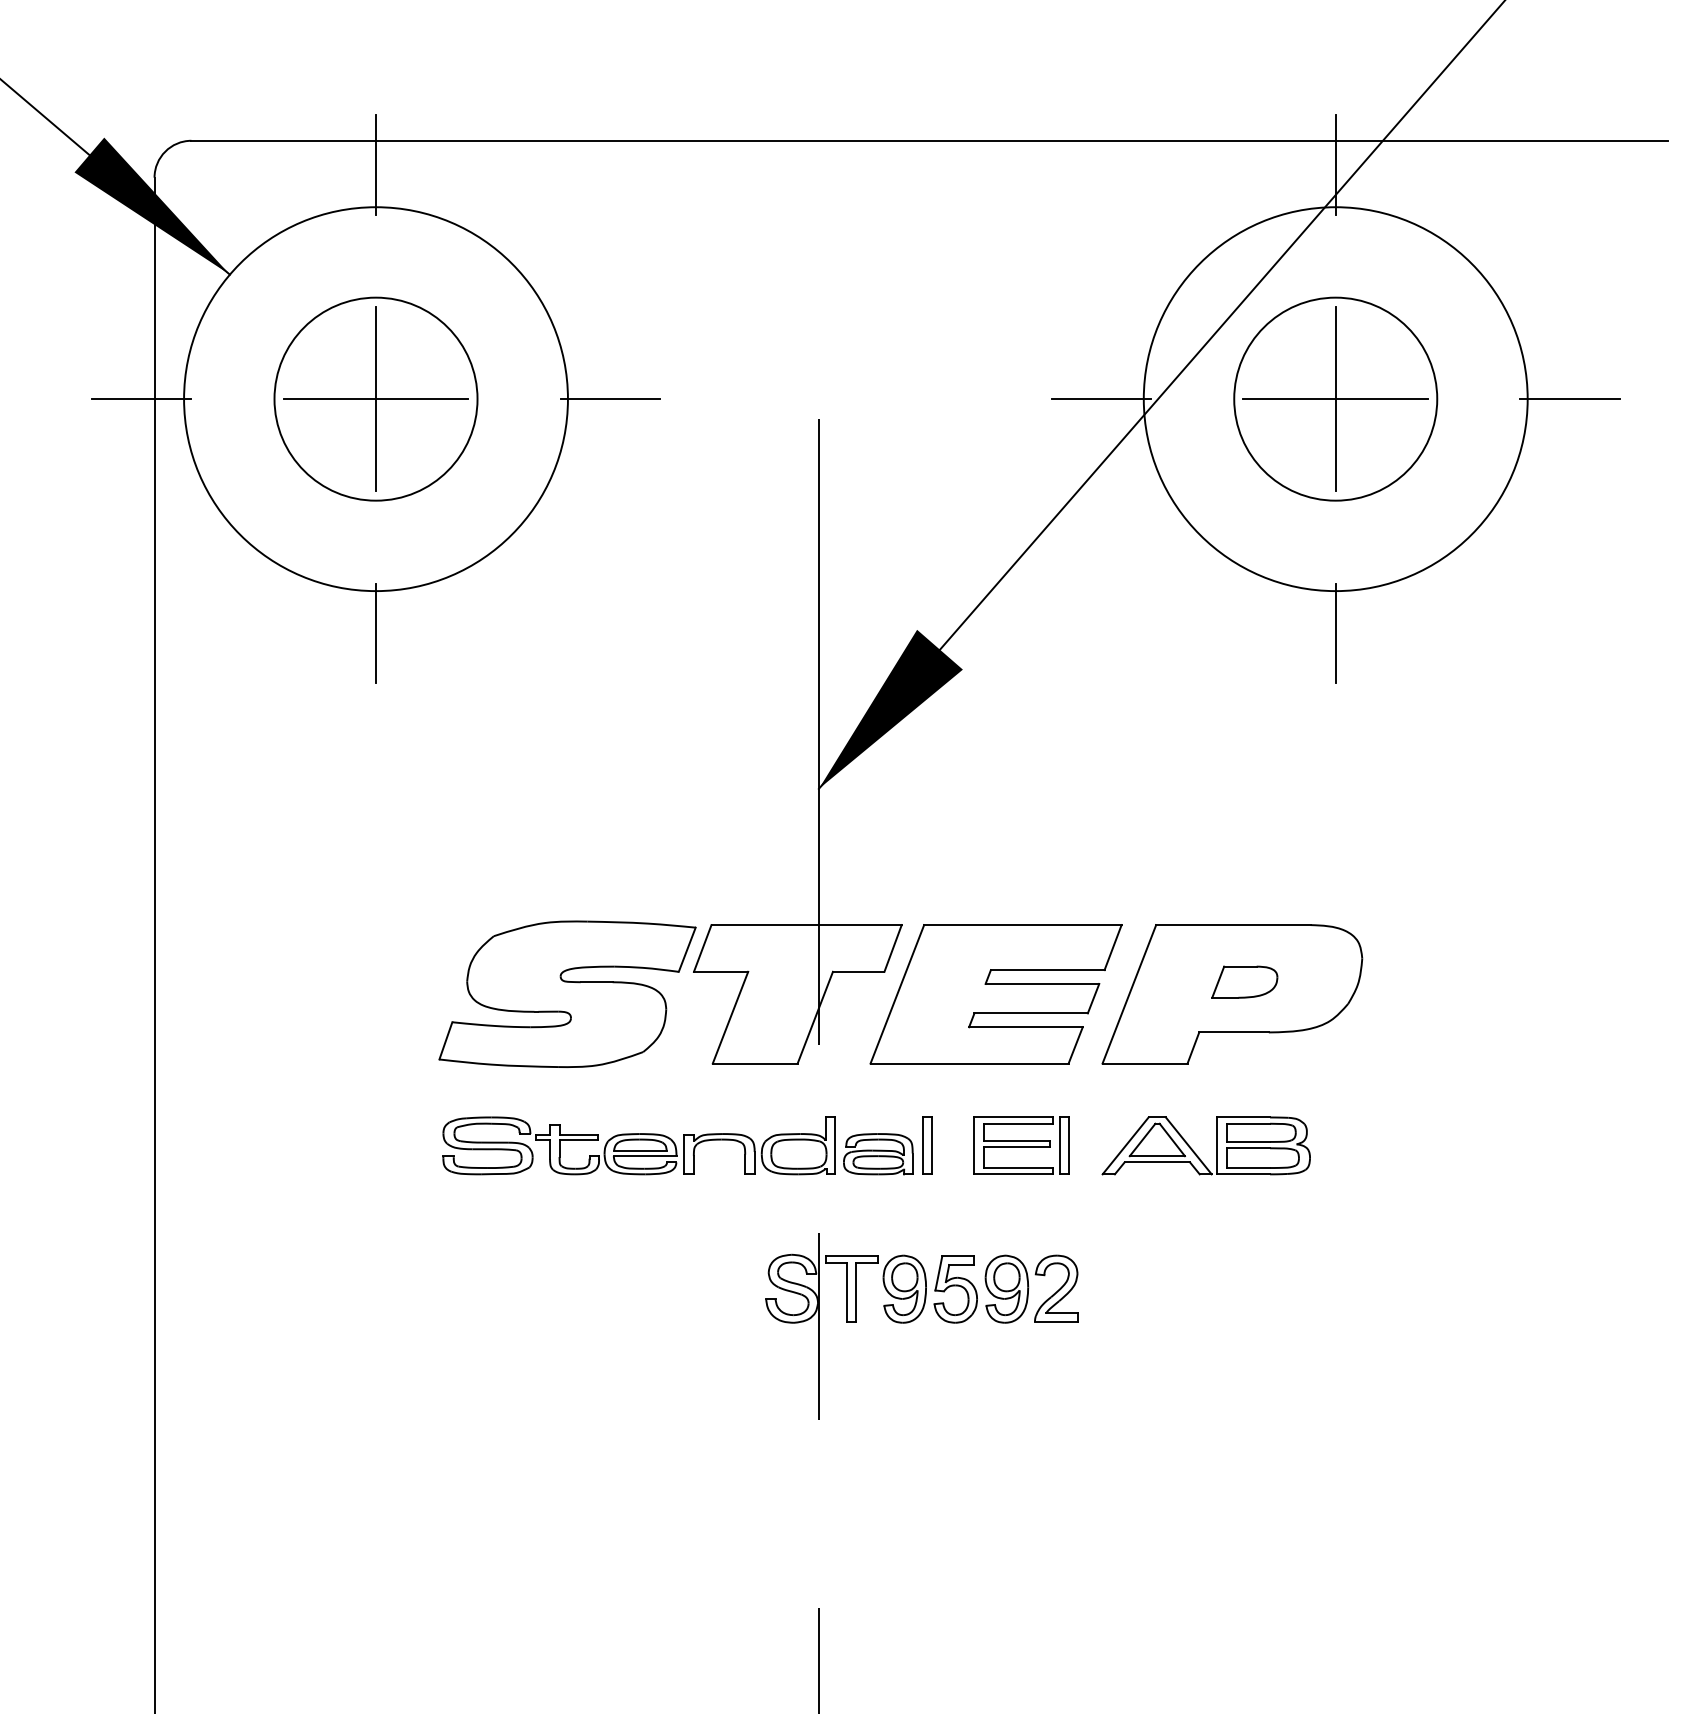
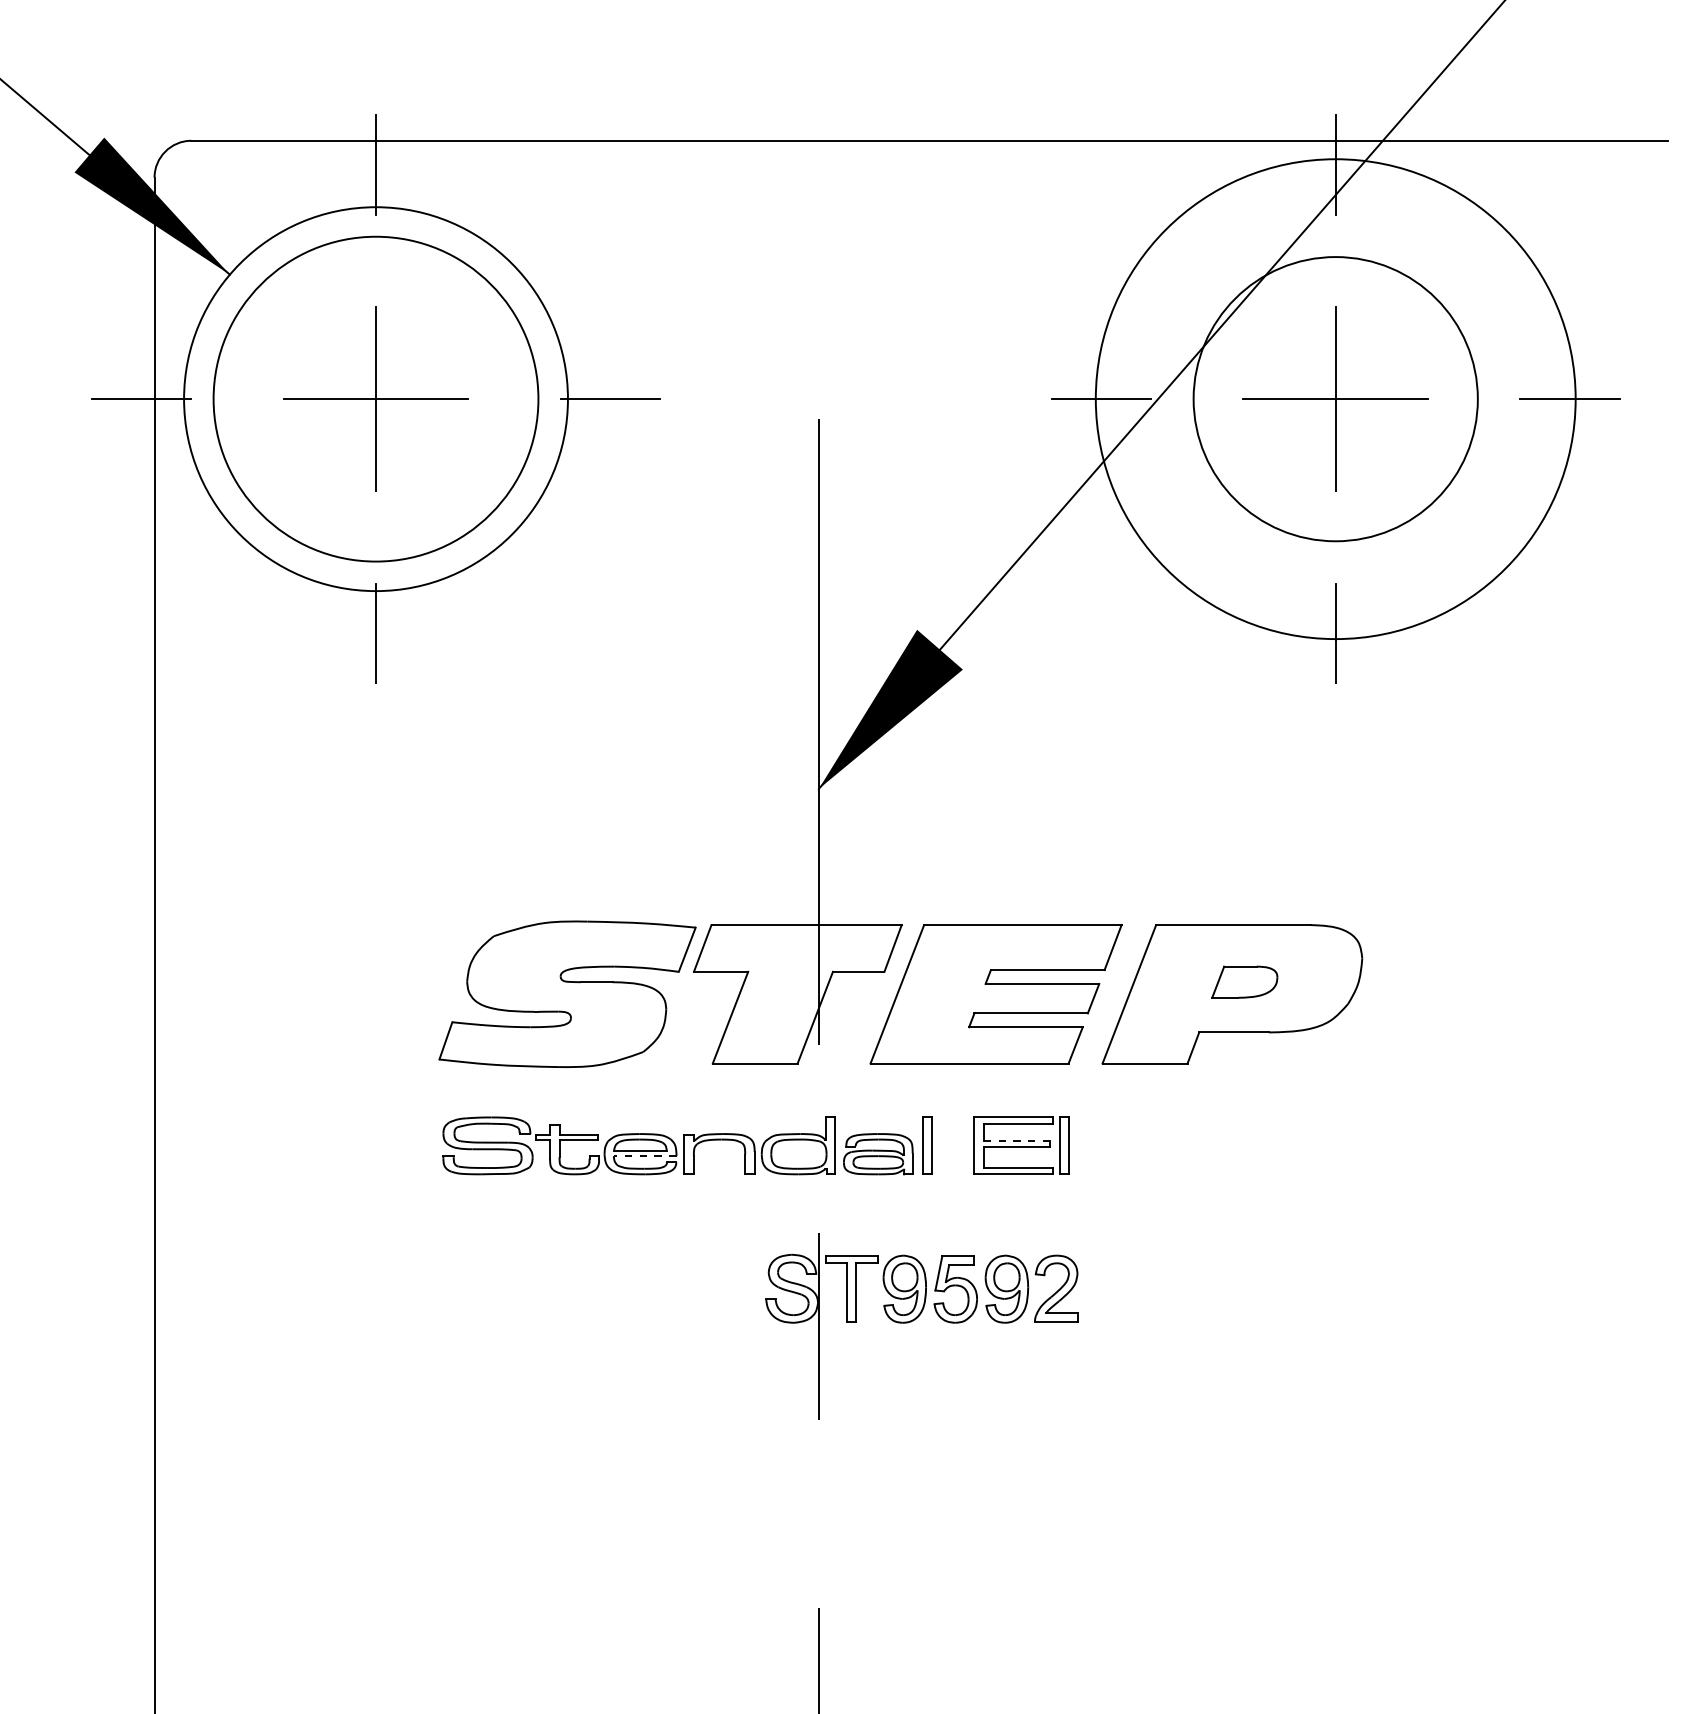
circle at (375, 398) diameter: 203 px -> 325 px
circle at (1335, 398) diameter: 203 px -> 284 px
circle at (1335, 399) diameter: 384 px -> 480 px
line at (1017, 1141): solid -> dashed
part at (1216, 1145): present -> none
line at (644, 1156): solid -> dashed
